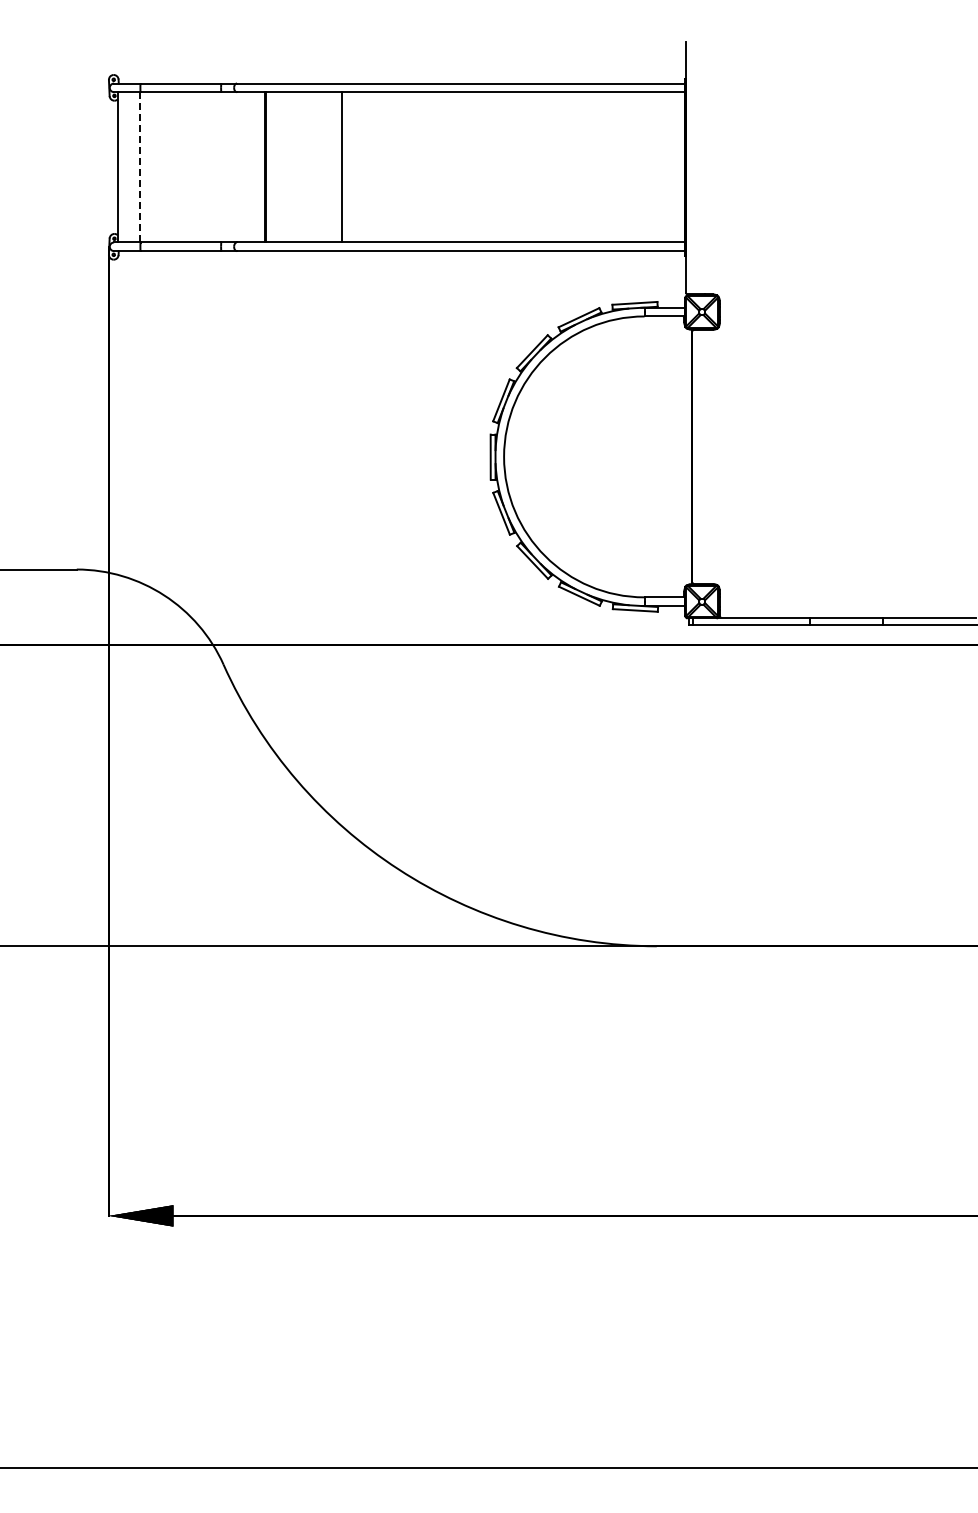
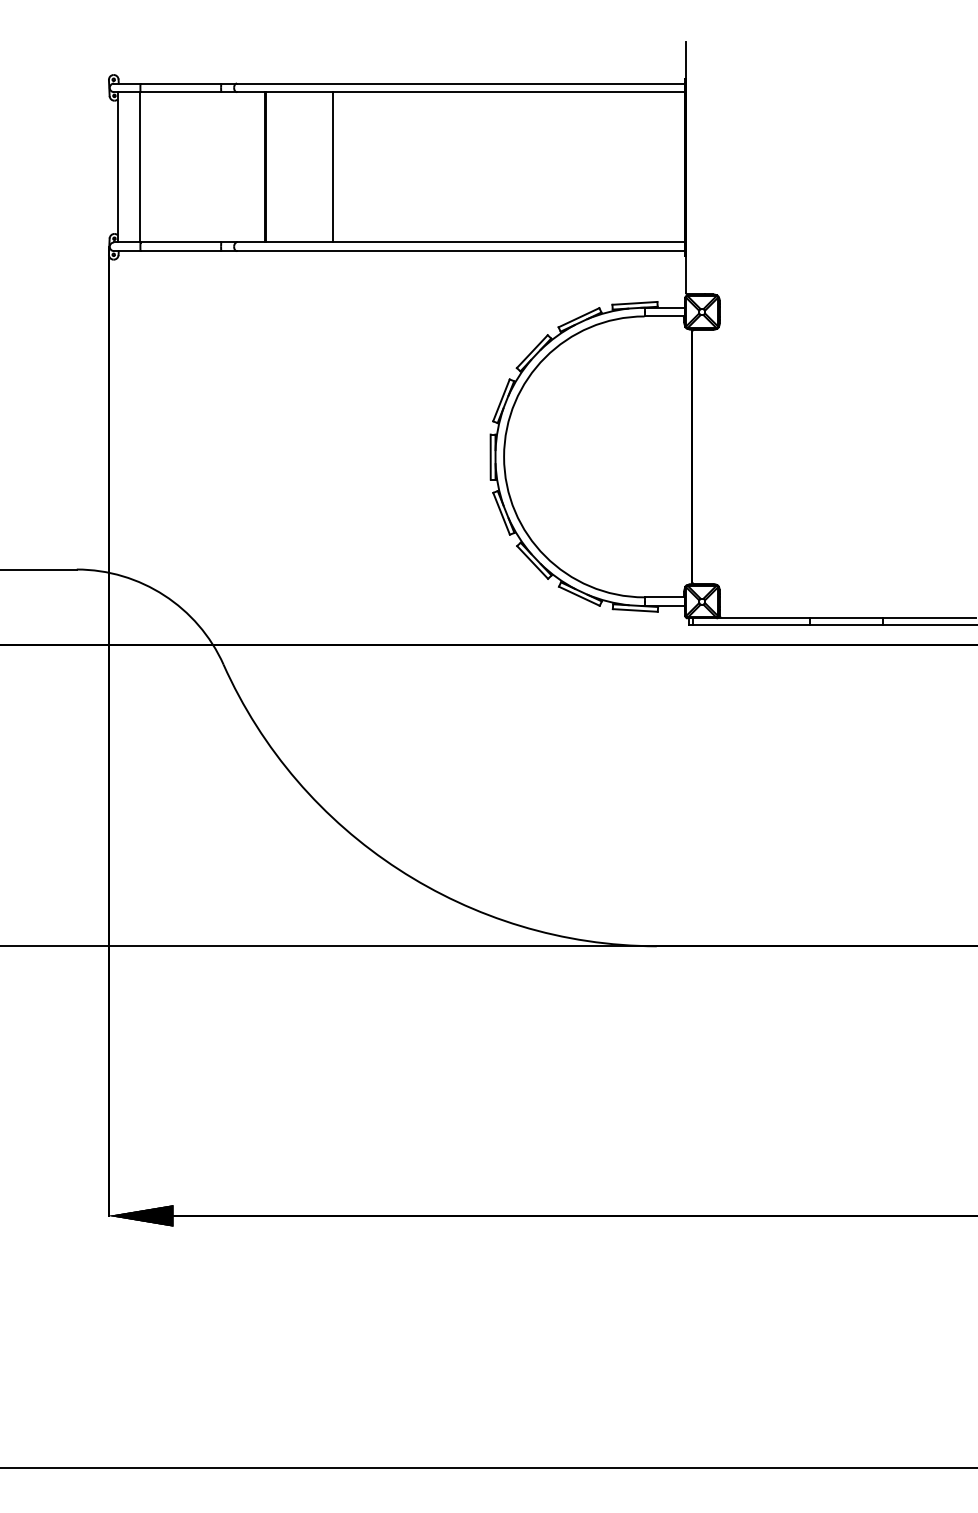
line at (140, 166): dashed -> solid
line at (342, 167) position: (342, 167) -> (333, 167)
